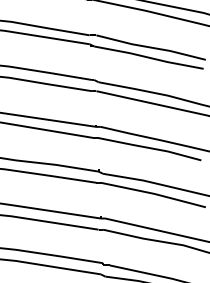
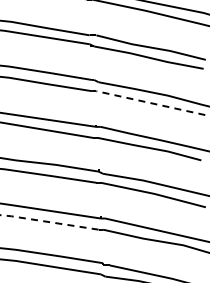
line at (152, 103): solid -> dashed
line at (48, 222): solid -> dashed
